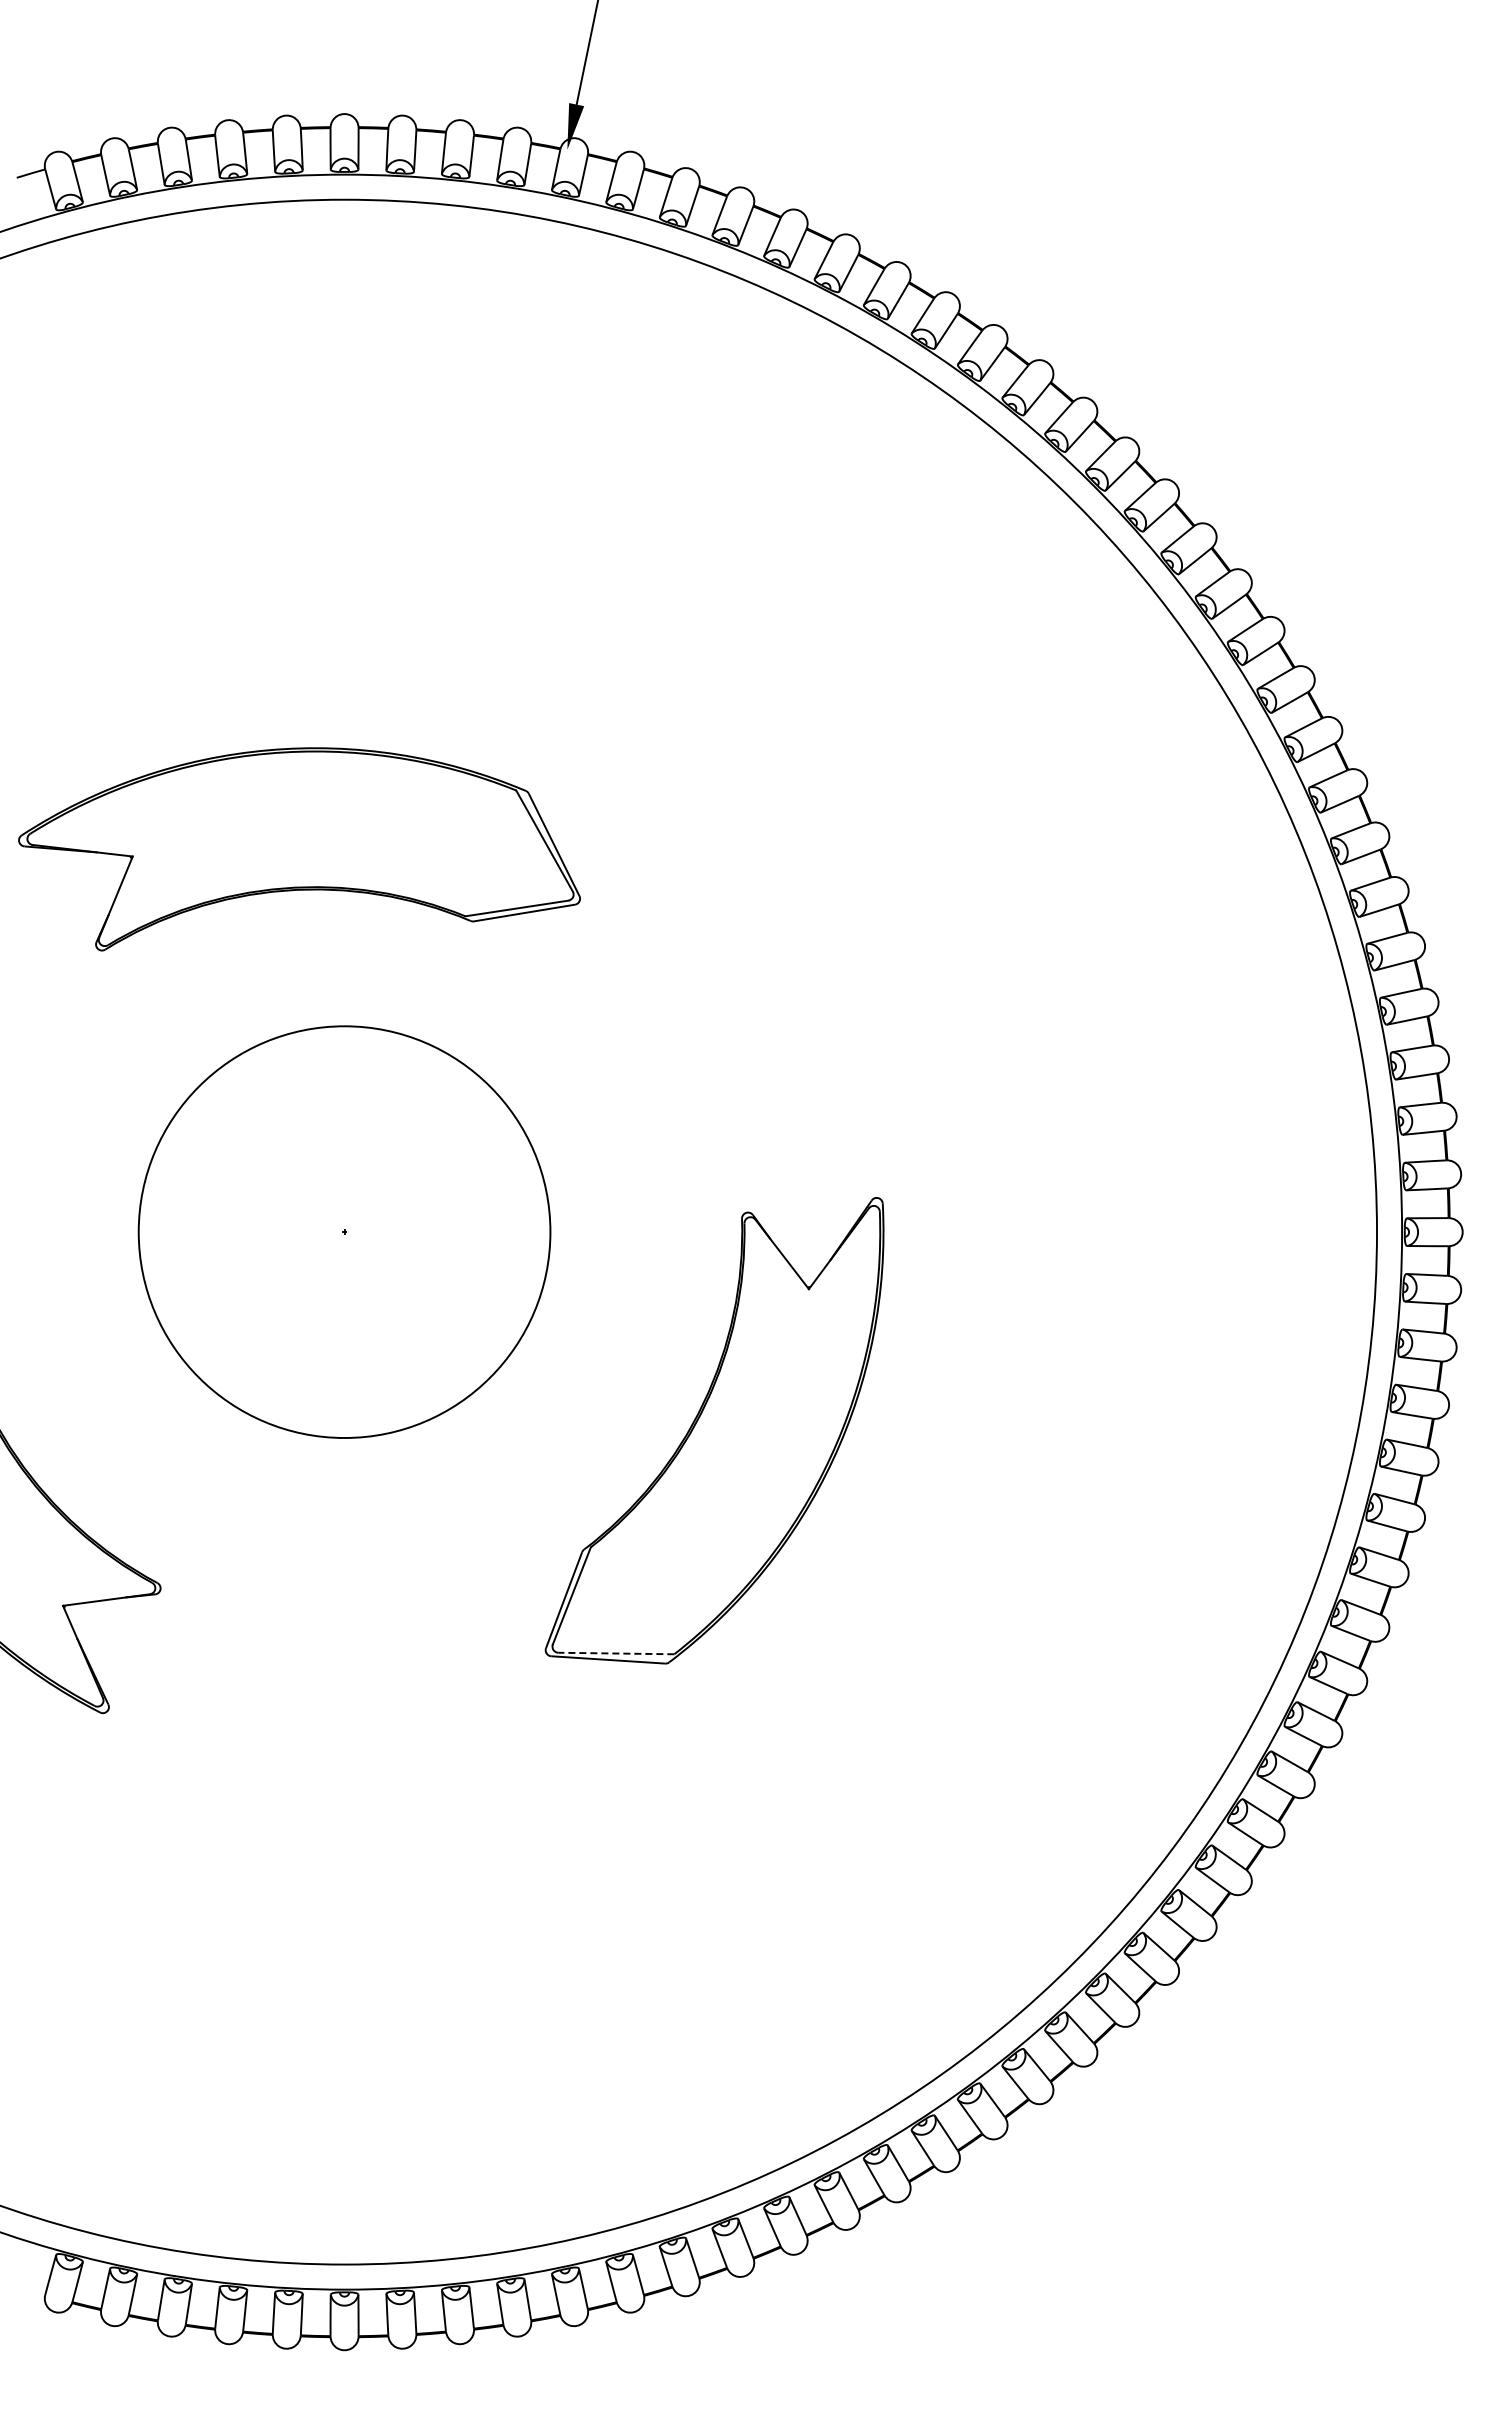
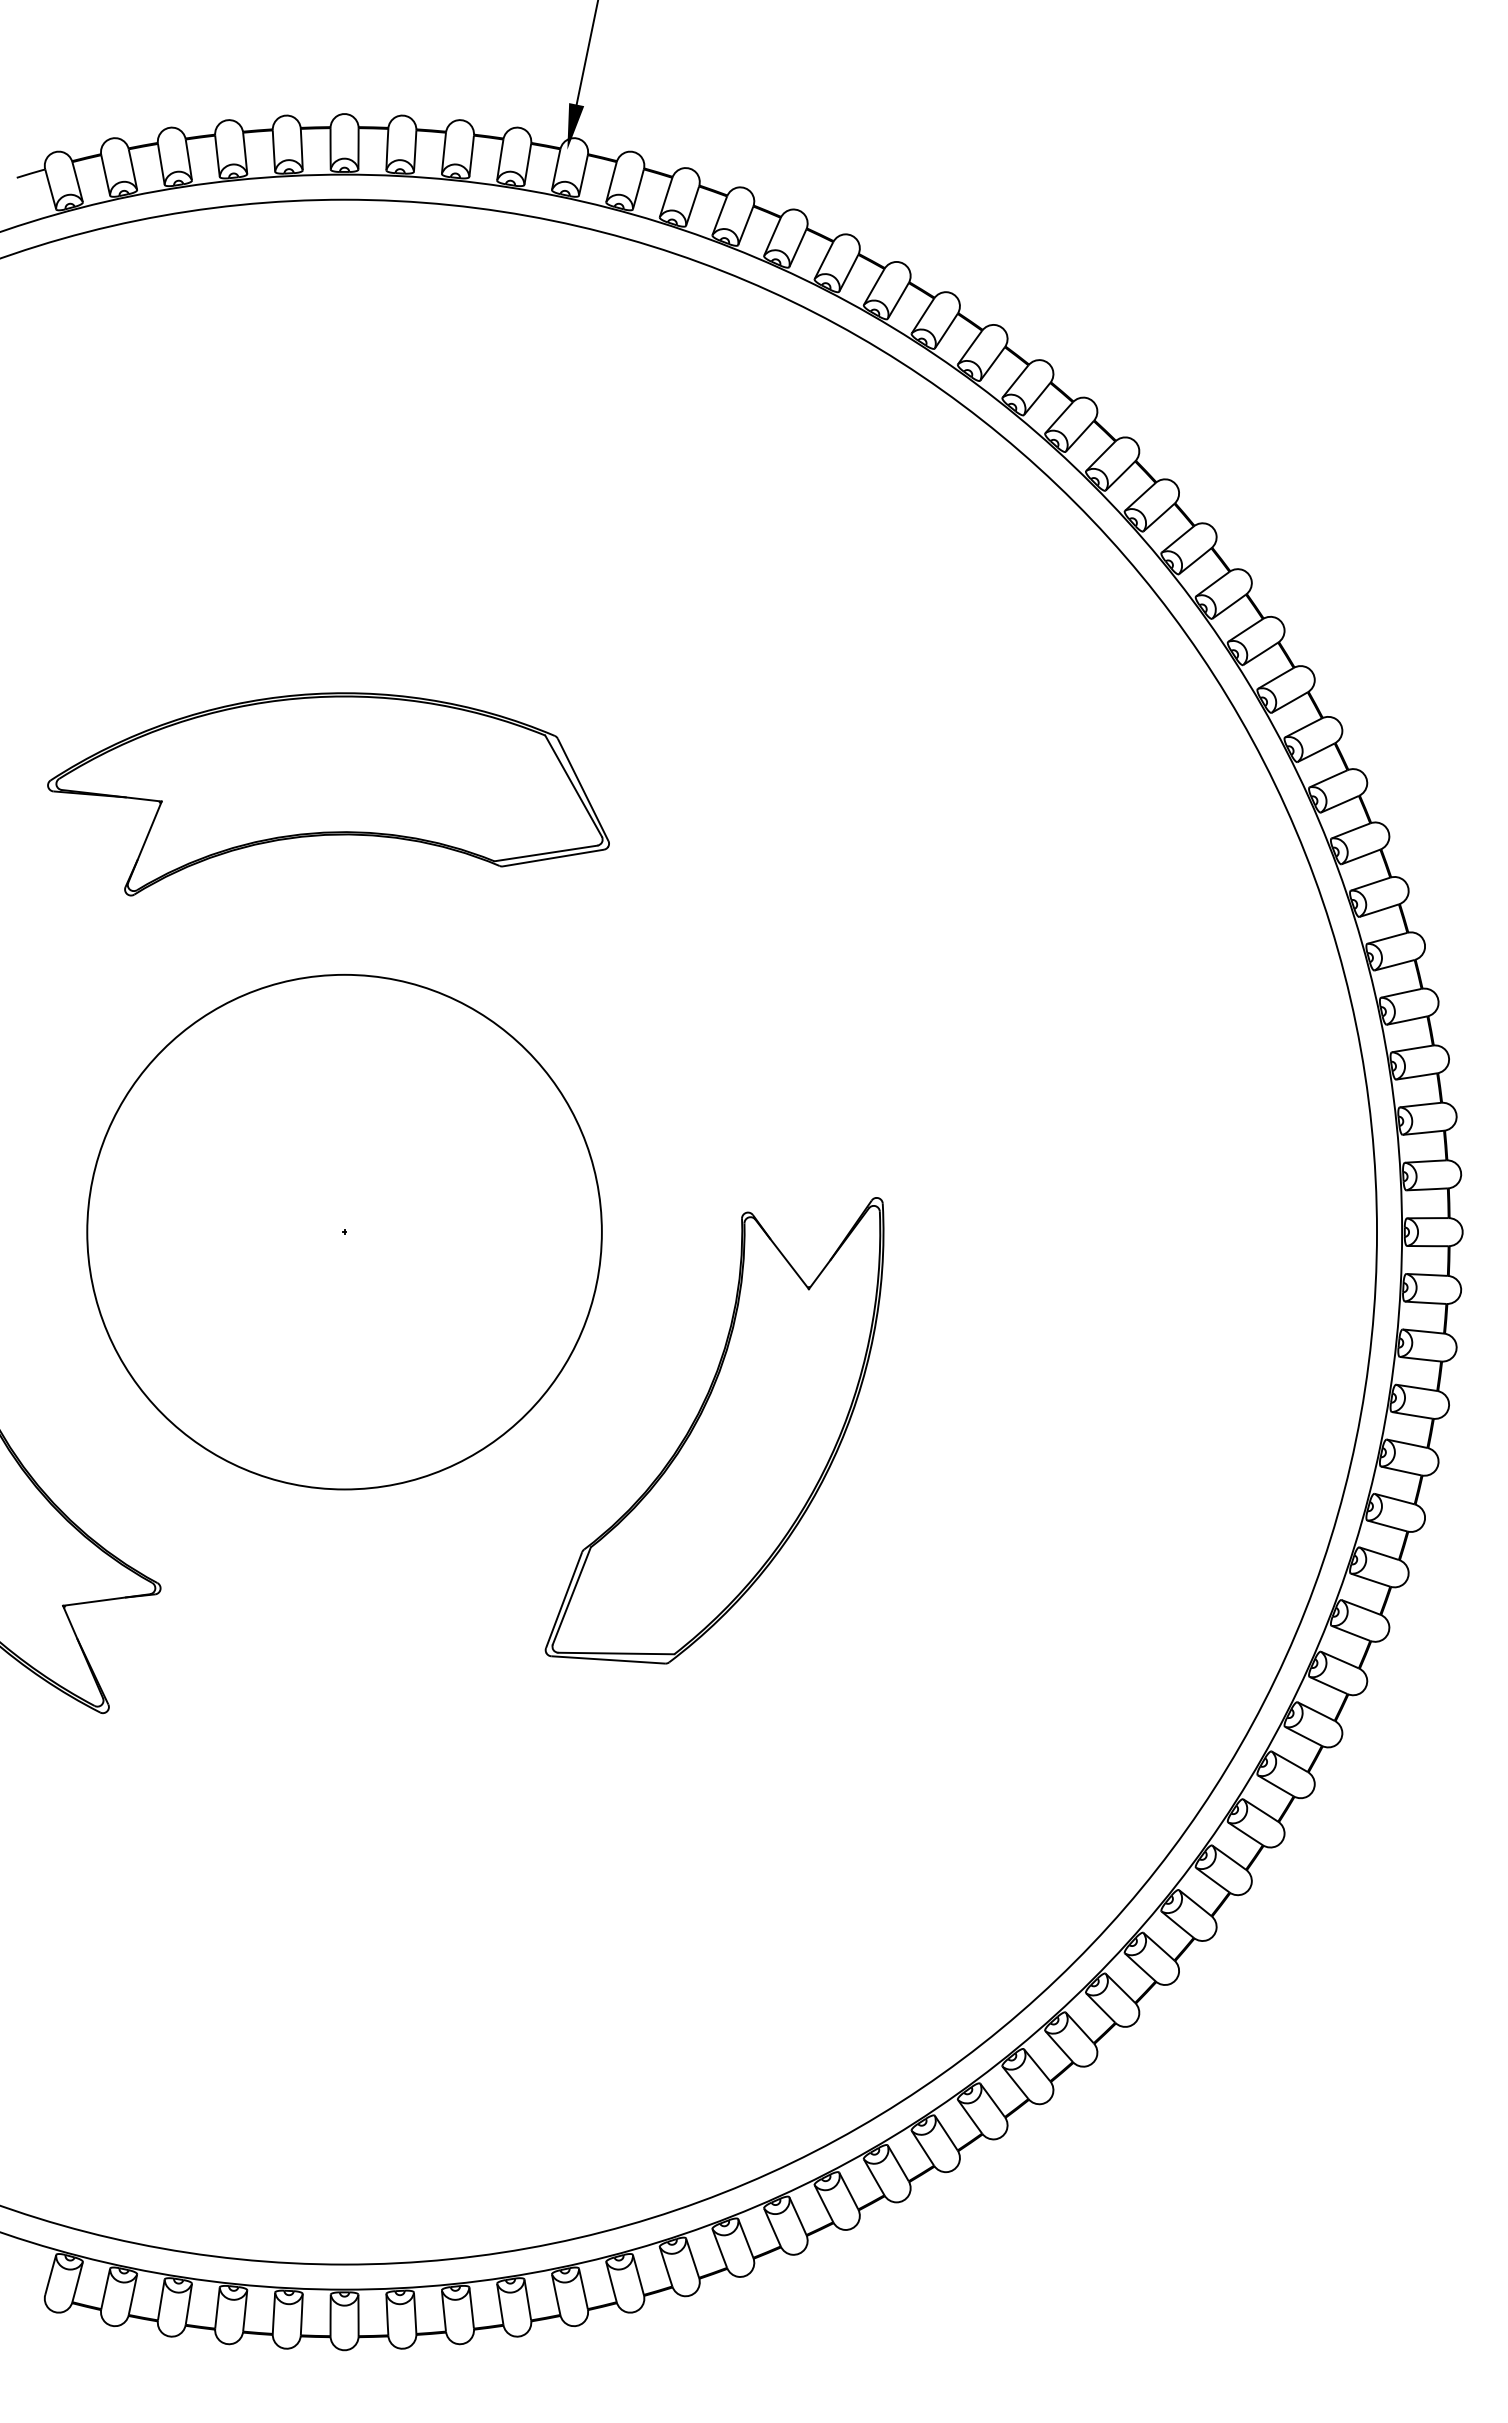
part at (299, 849) position: (299, 849) -> (328, 794)
circle at (344, 1232) diameter: 412 px -> 515 px
line at (616, 1653): dashed -> solid
